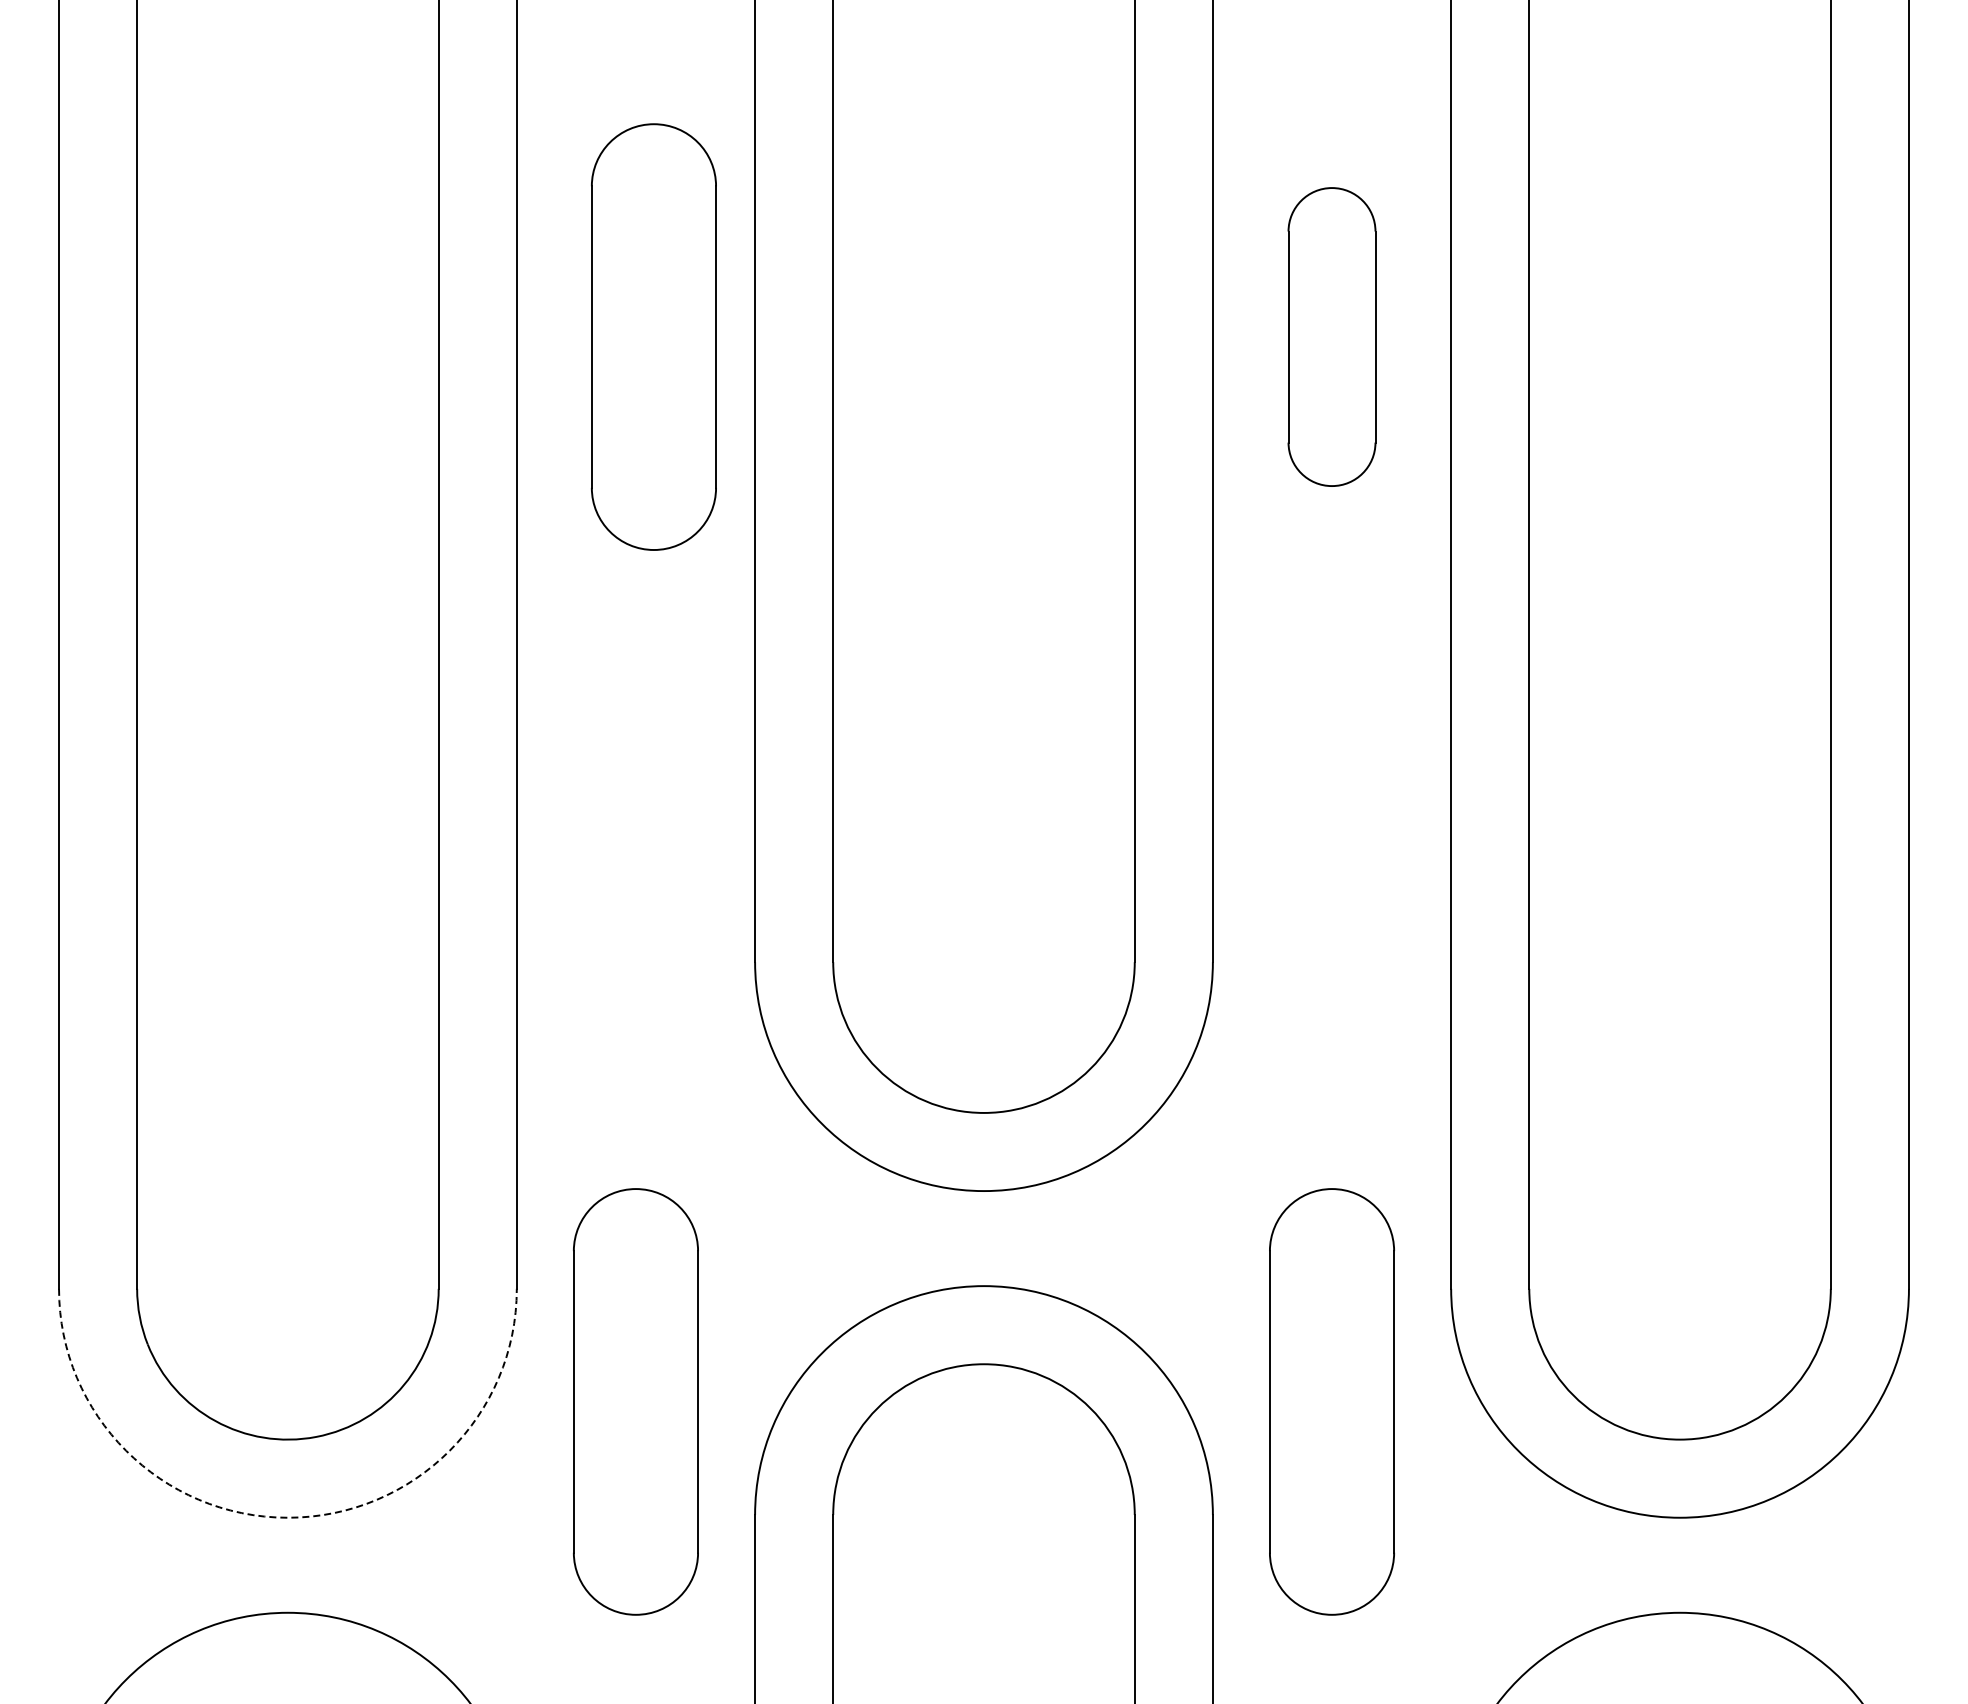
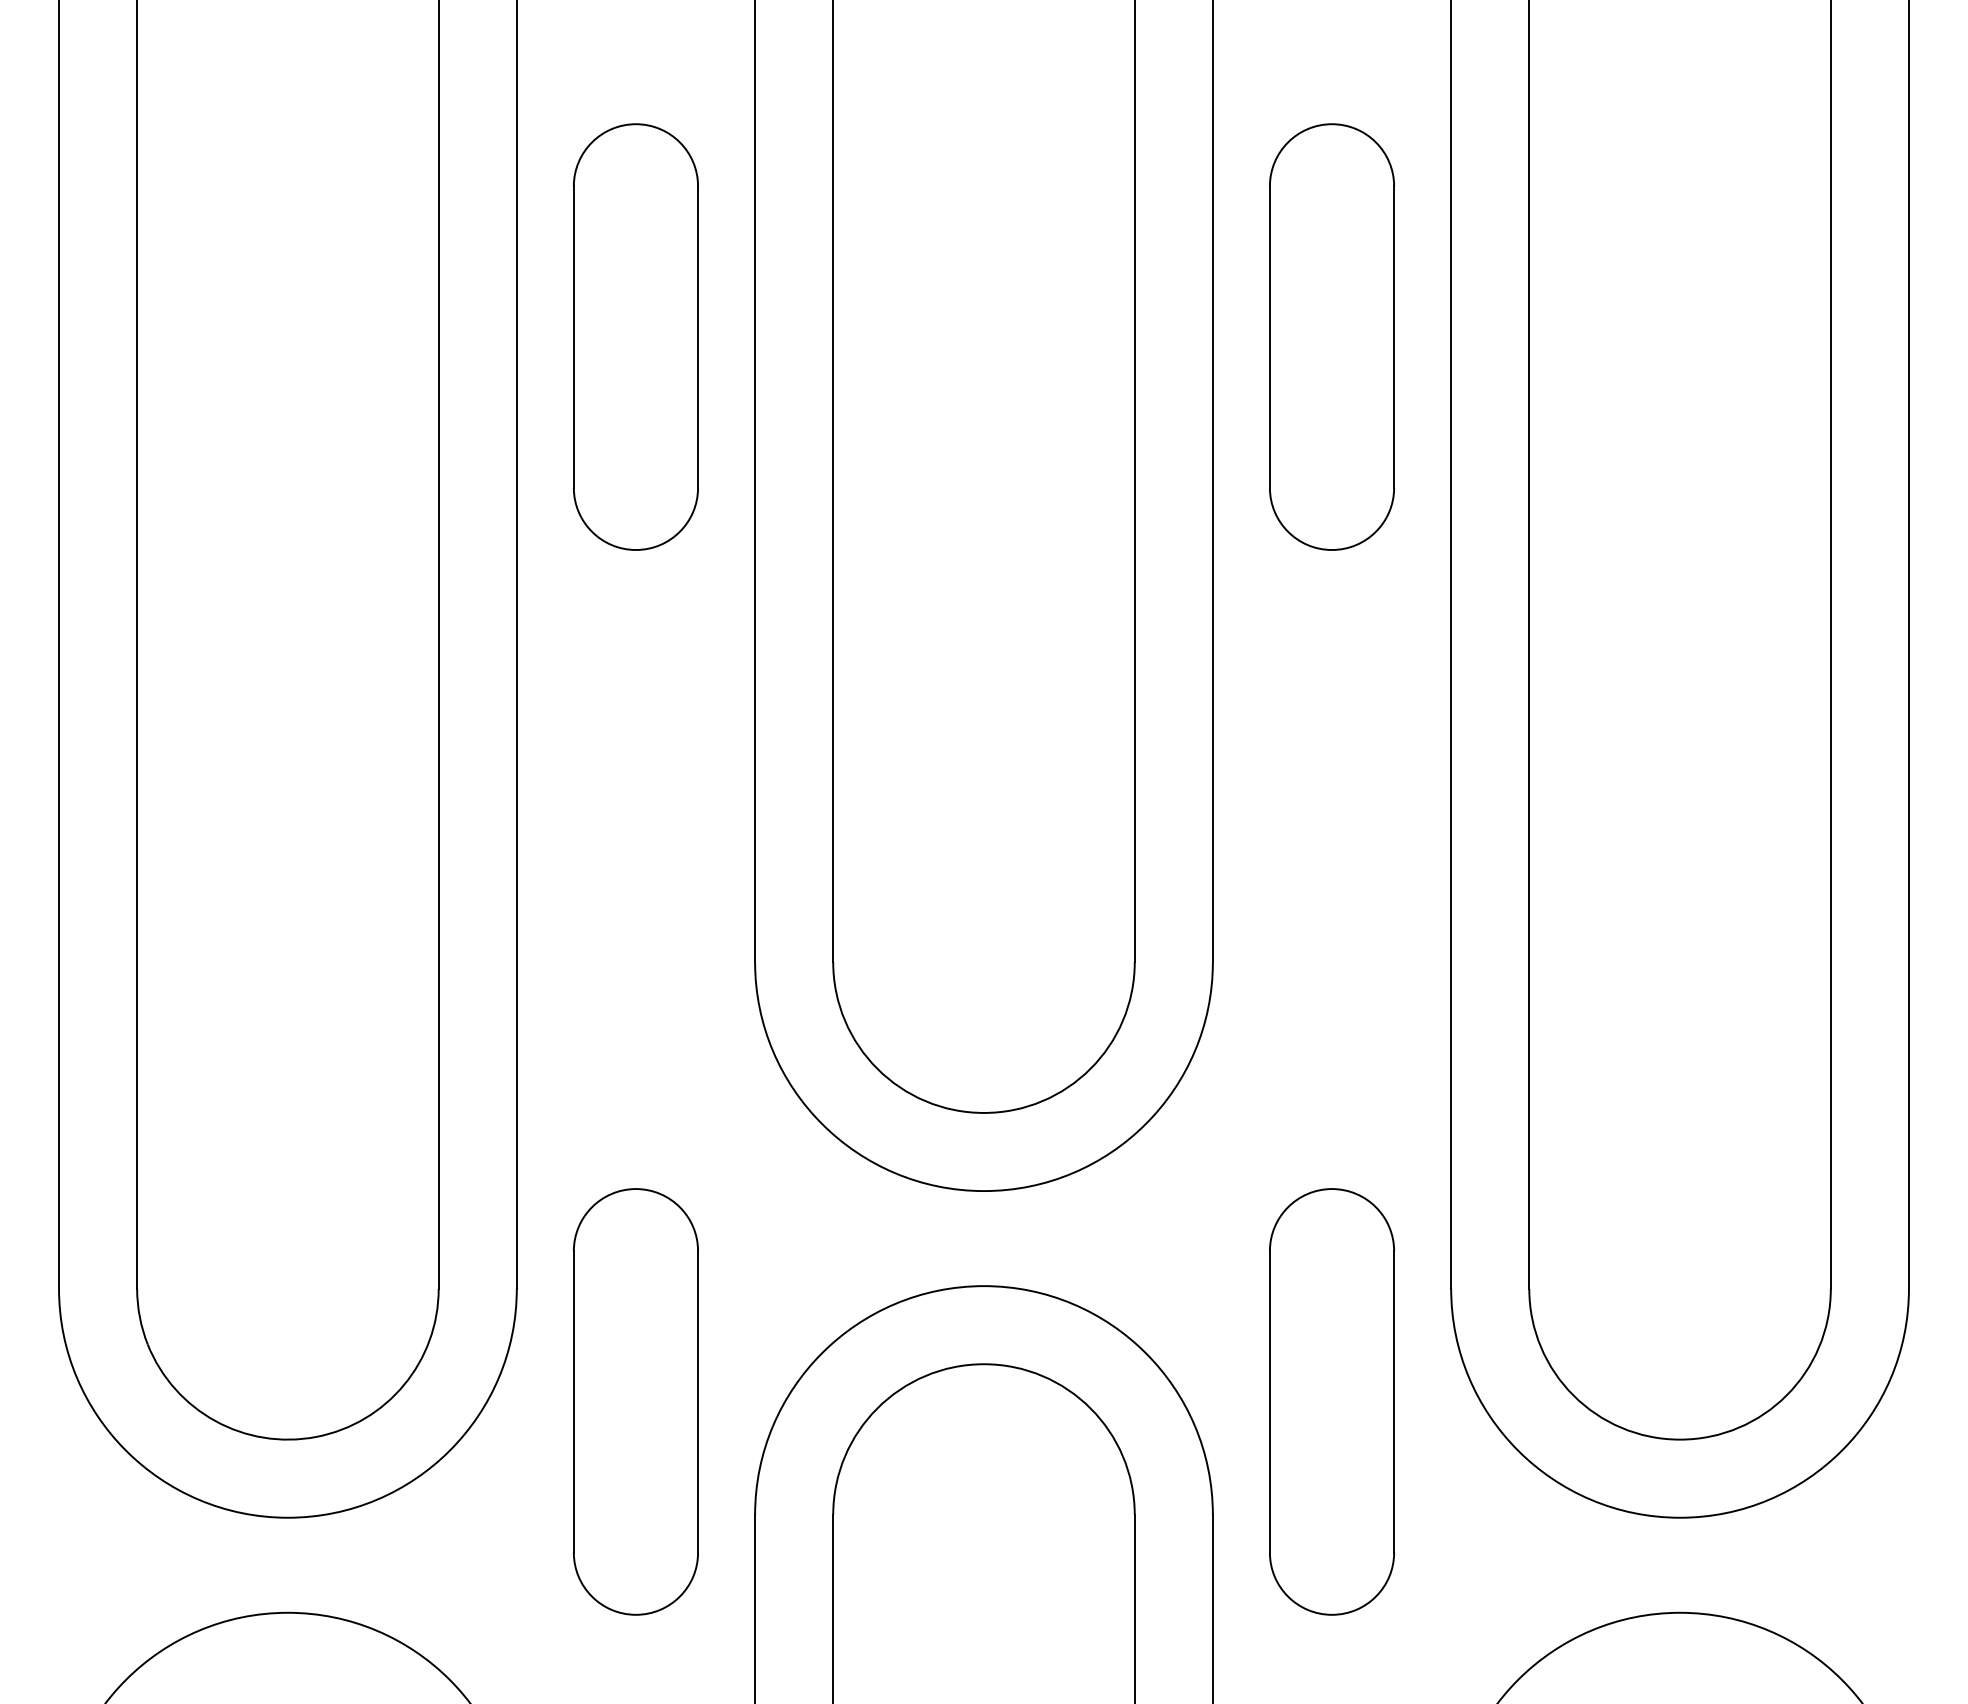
part at (653, 336) position: (653, 336) -> (635, 336)
part at (1331, 336) size: 90x300 px -> 126x428 px
arc at (287, 1517): dashed -> solid
